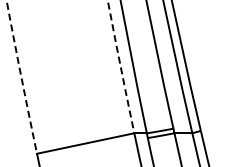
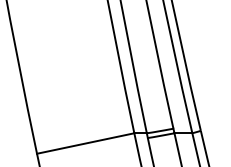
arc at (120, 67): dashed -> solid
arc at (21, 77): dashed -> solid
